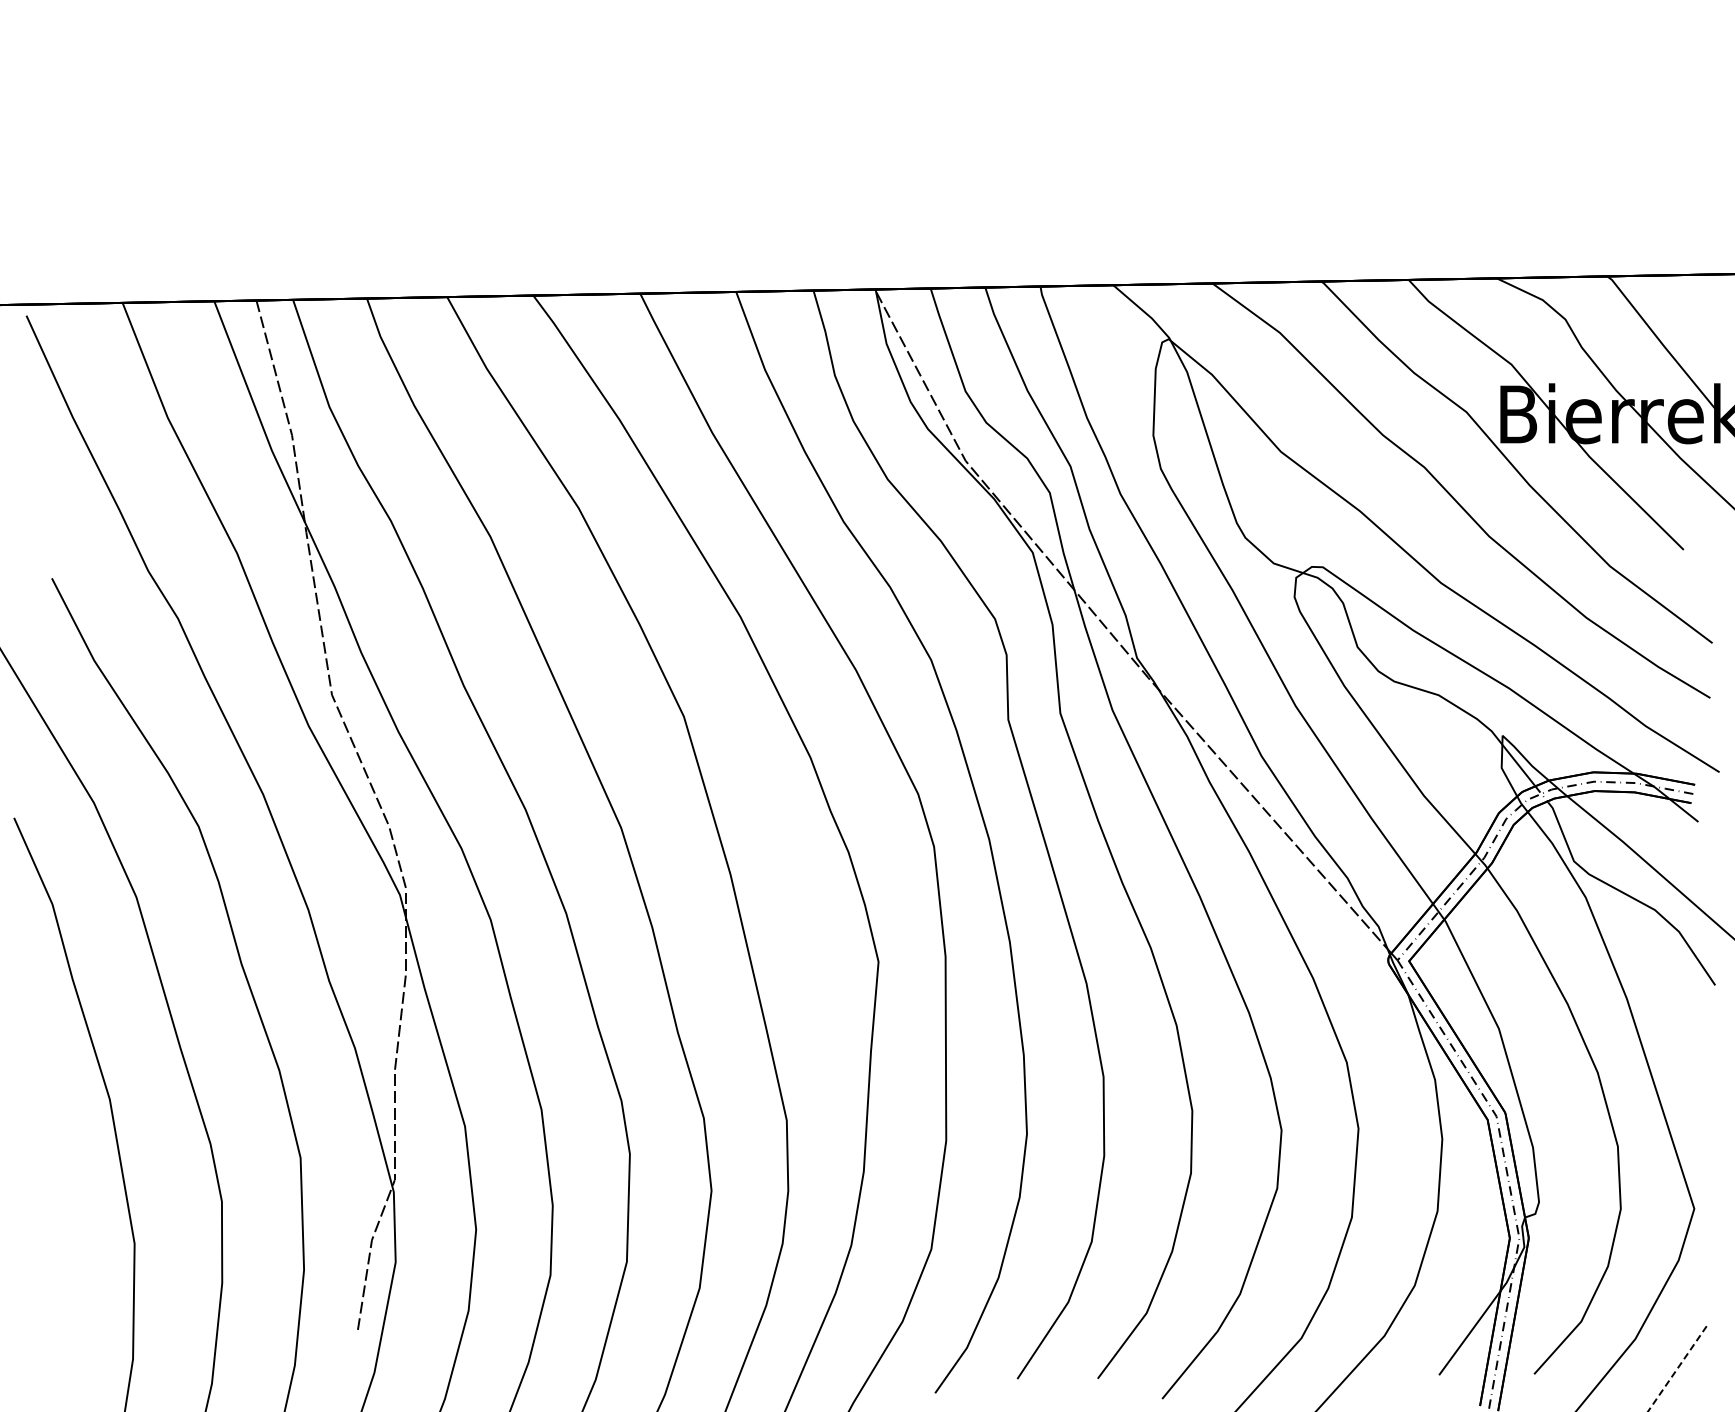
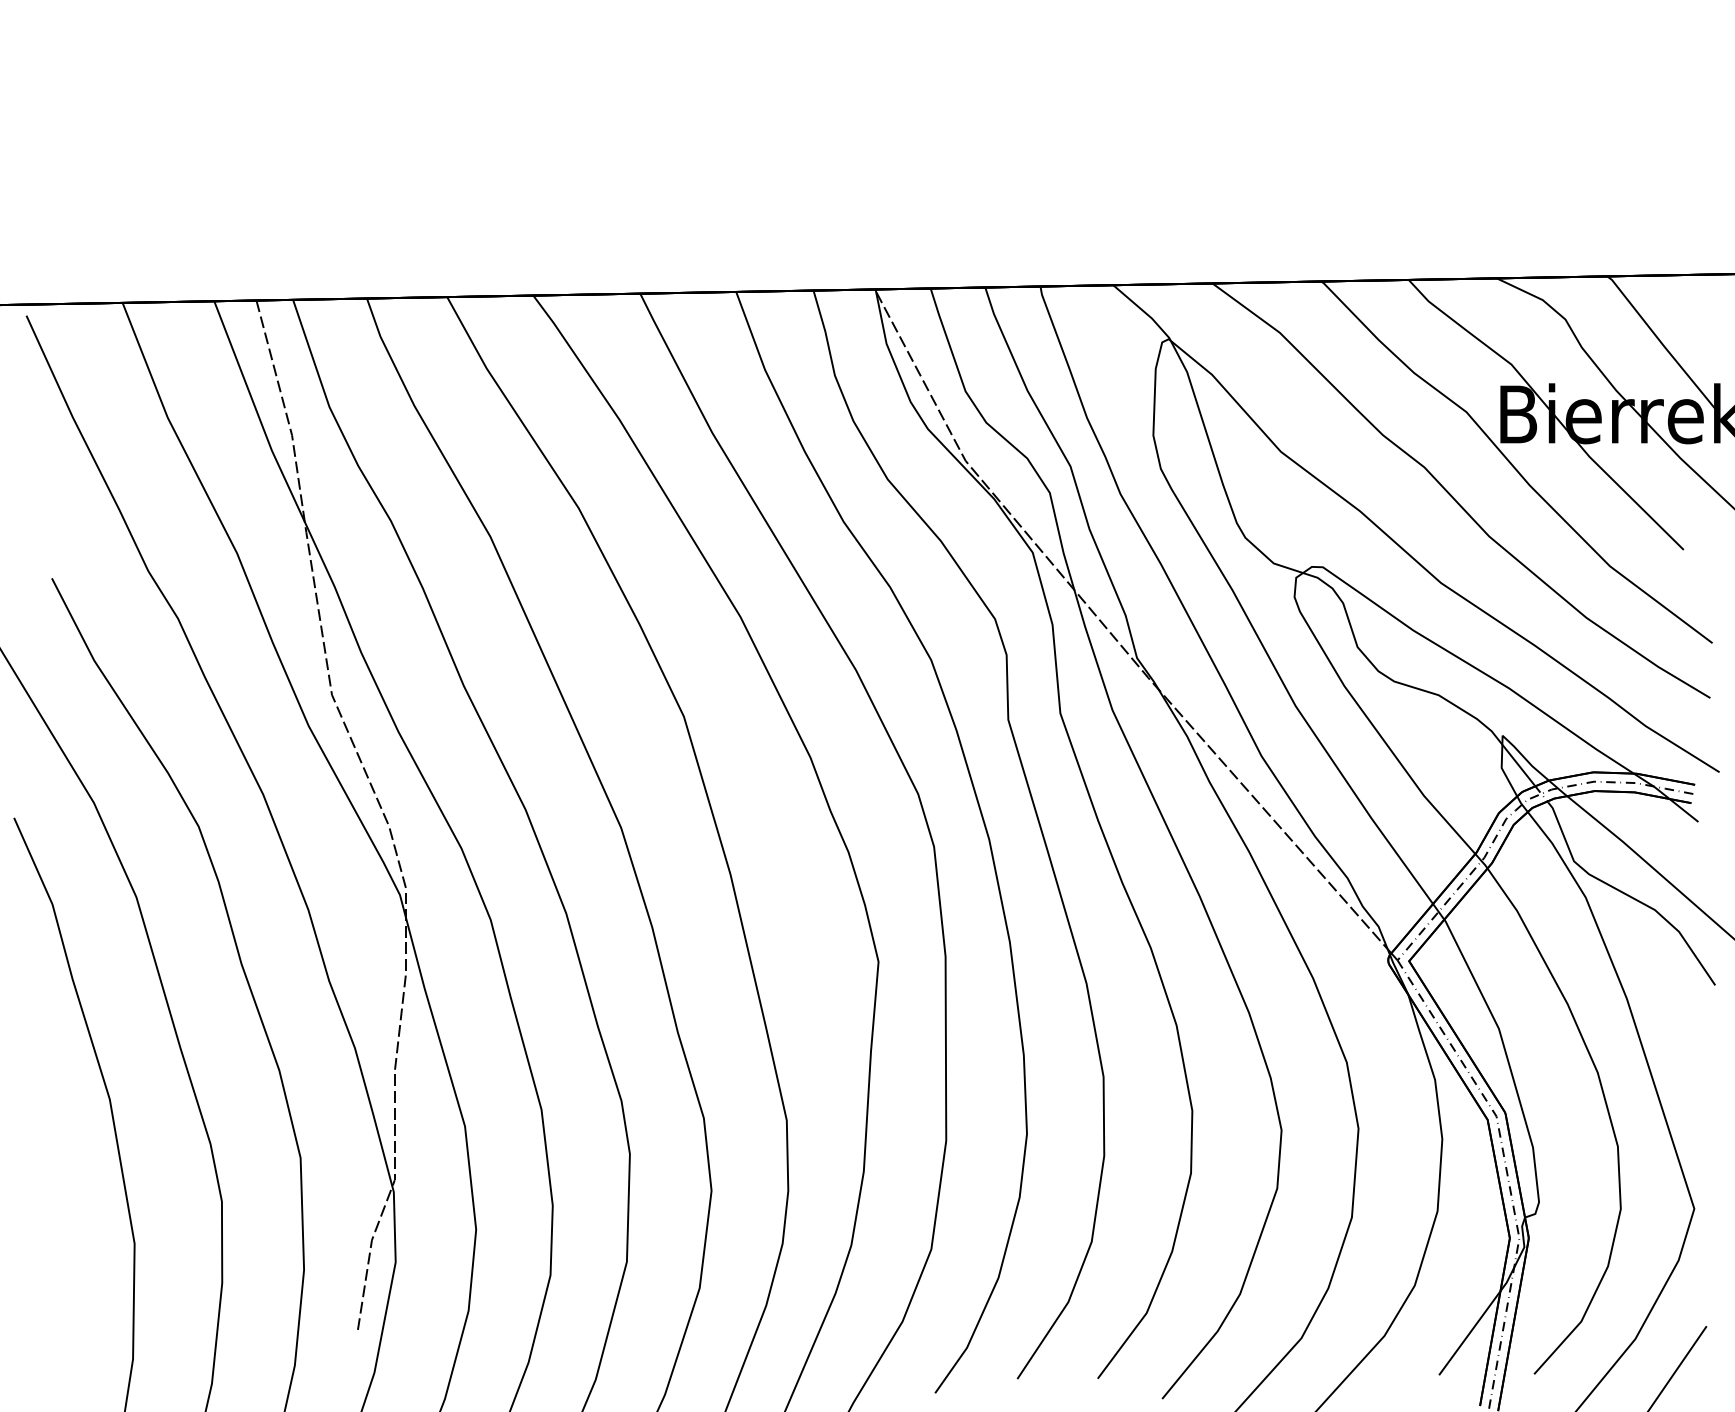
line at (1677, 1369): dashed -> solid
